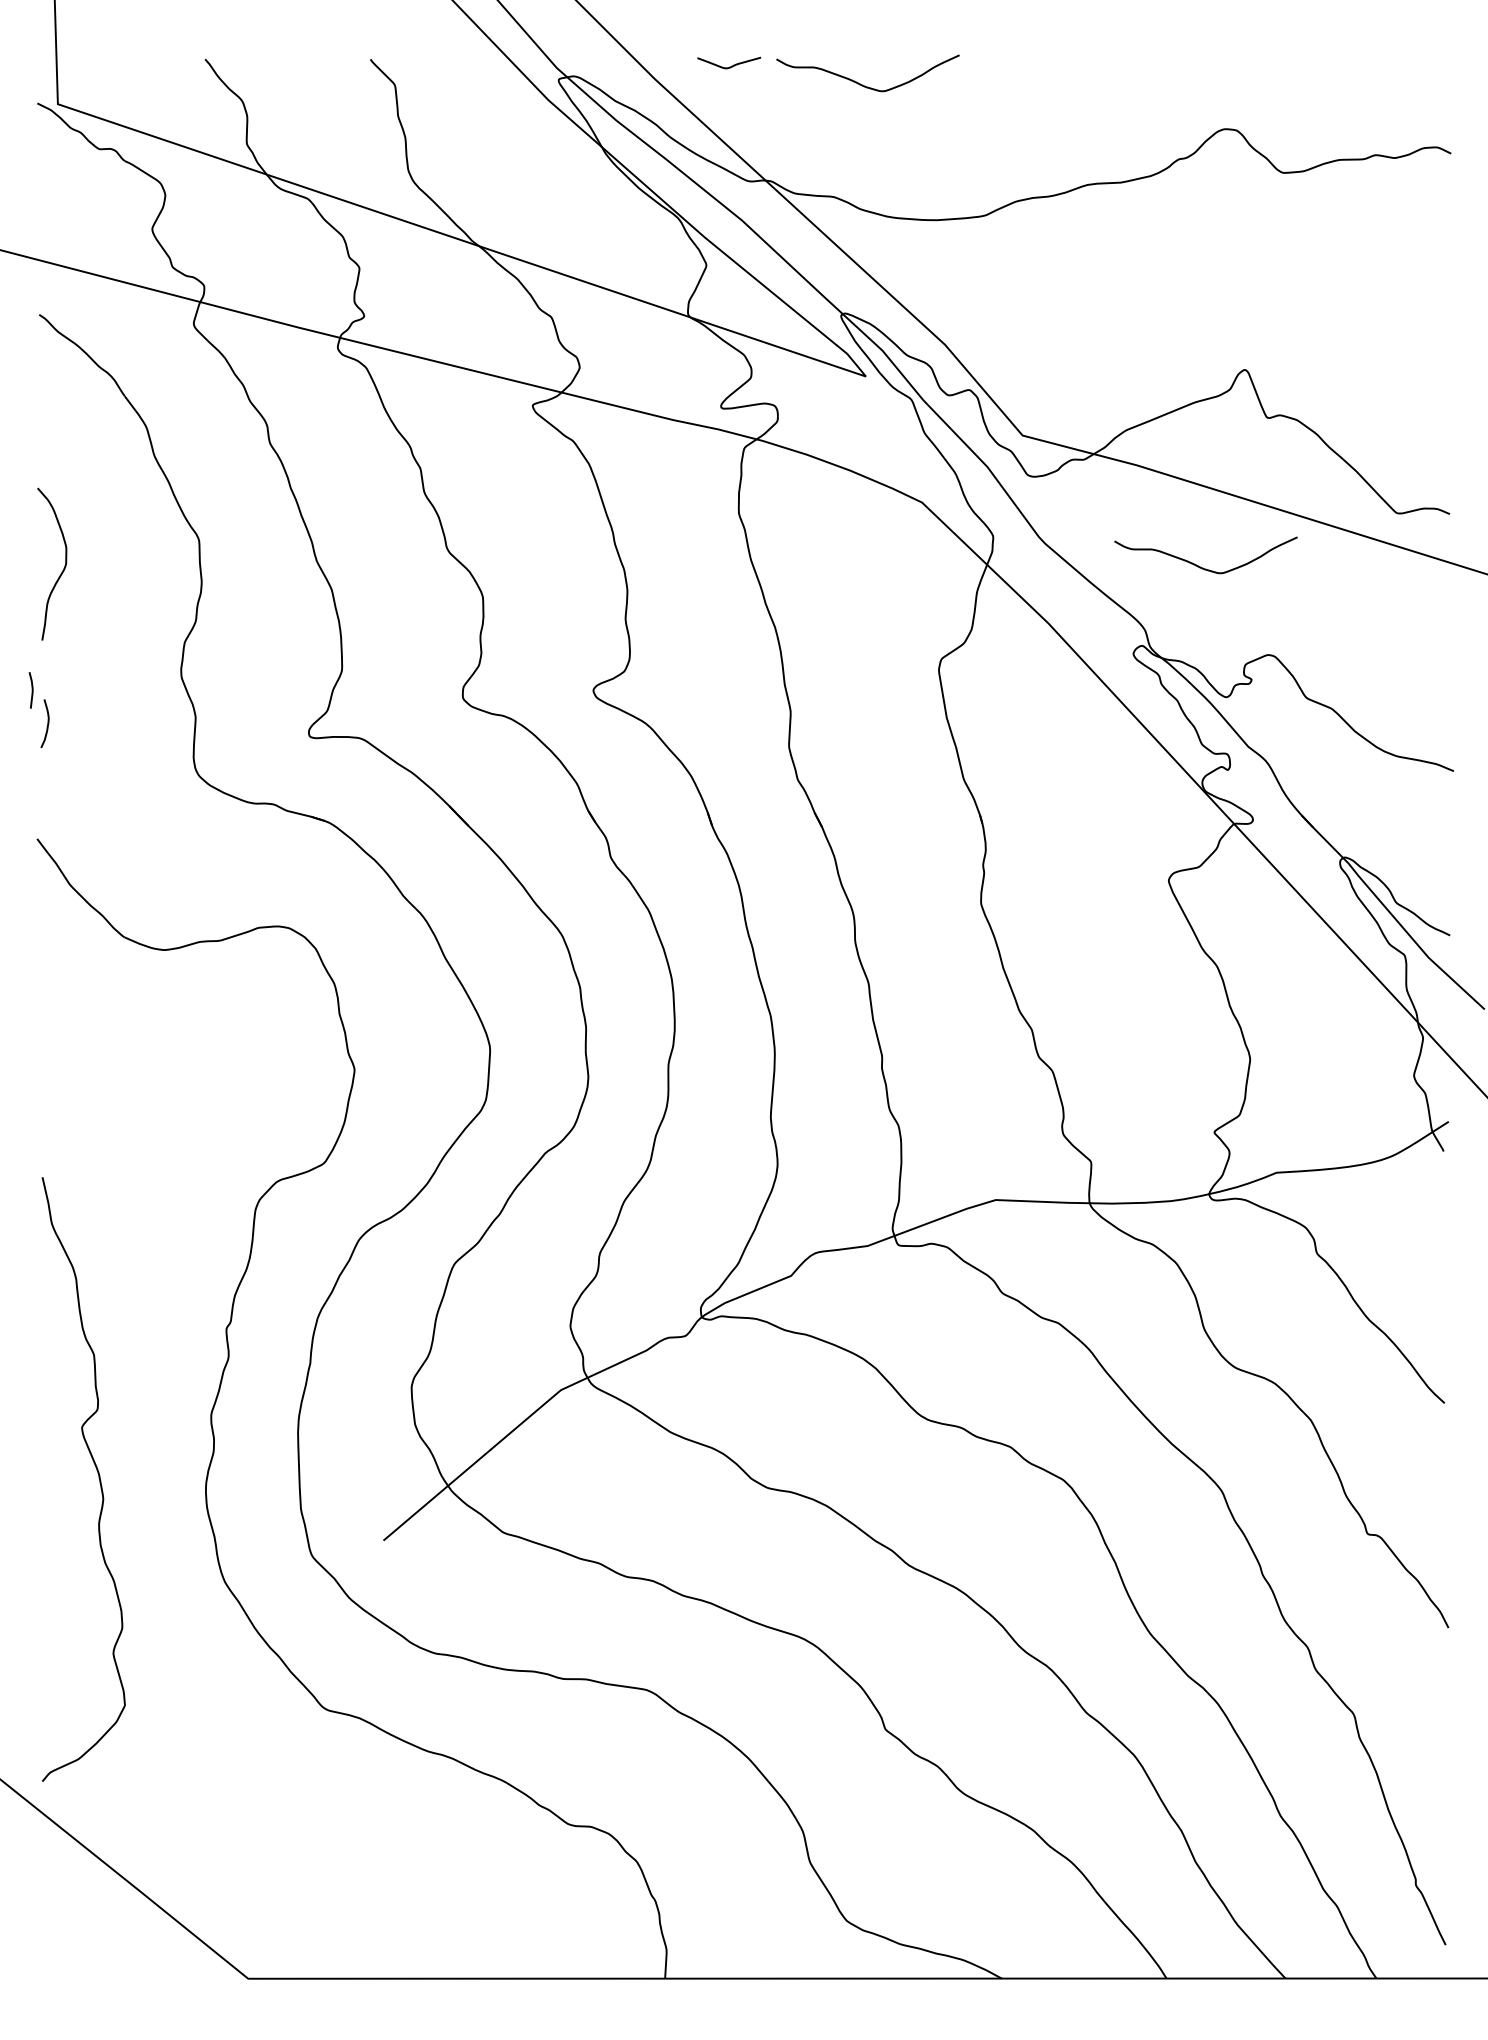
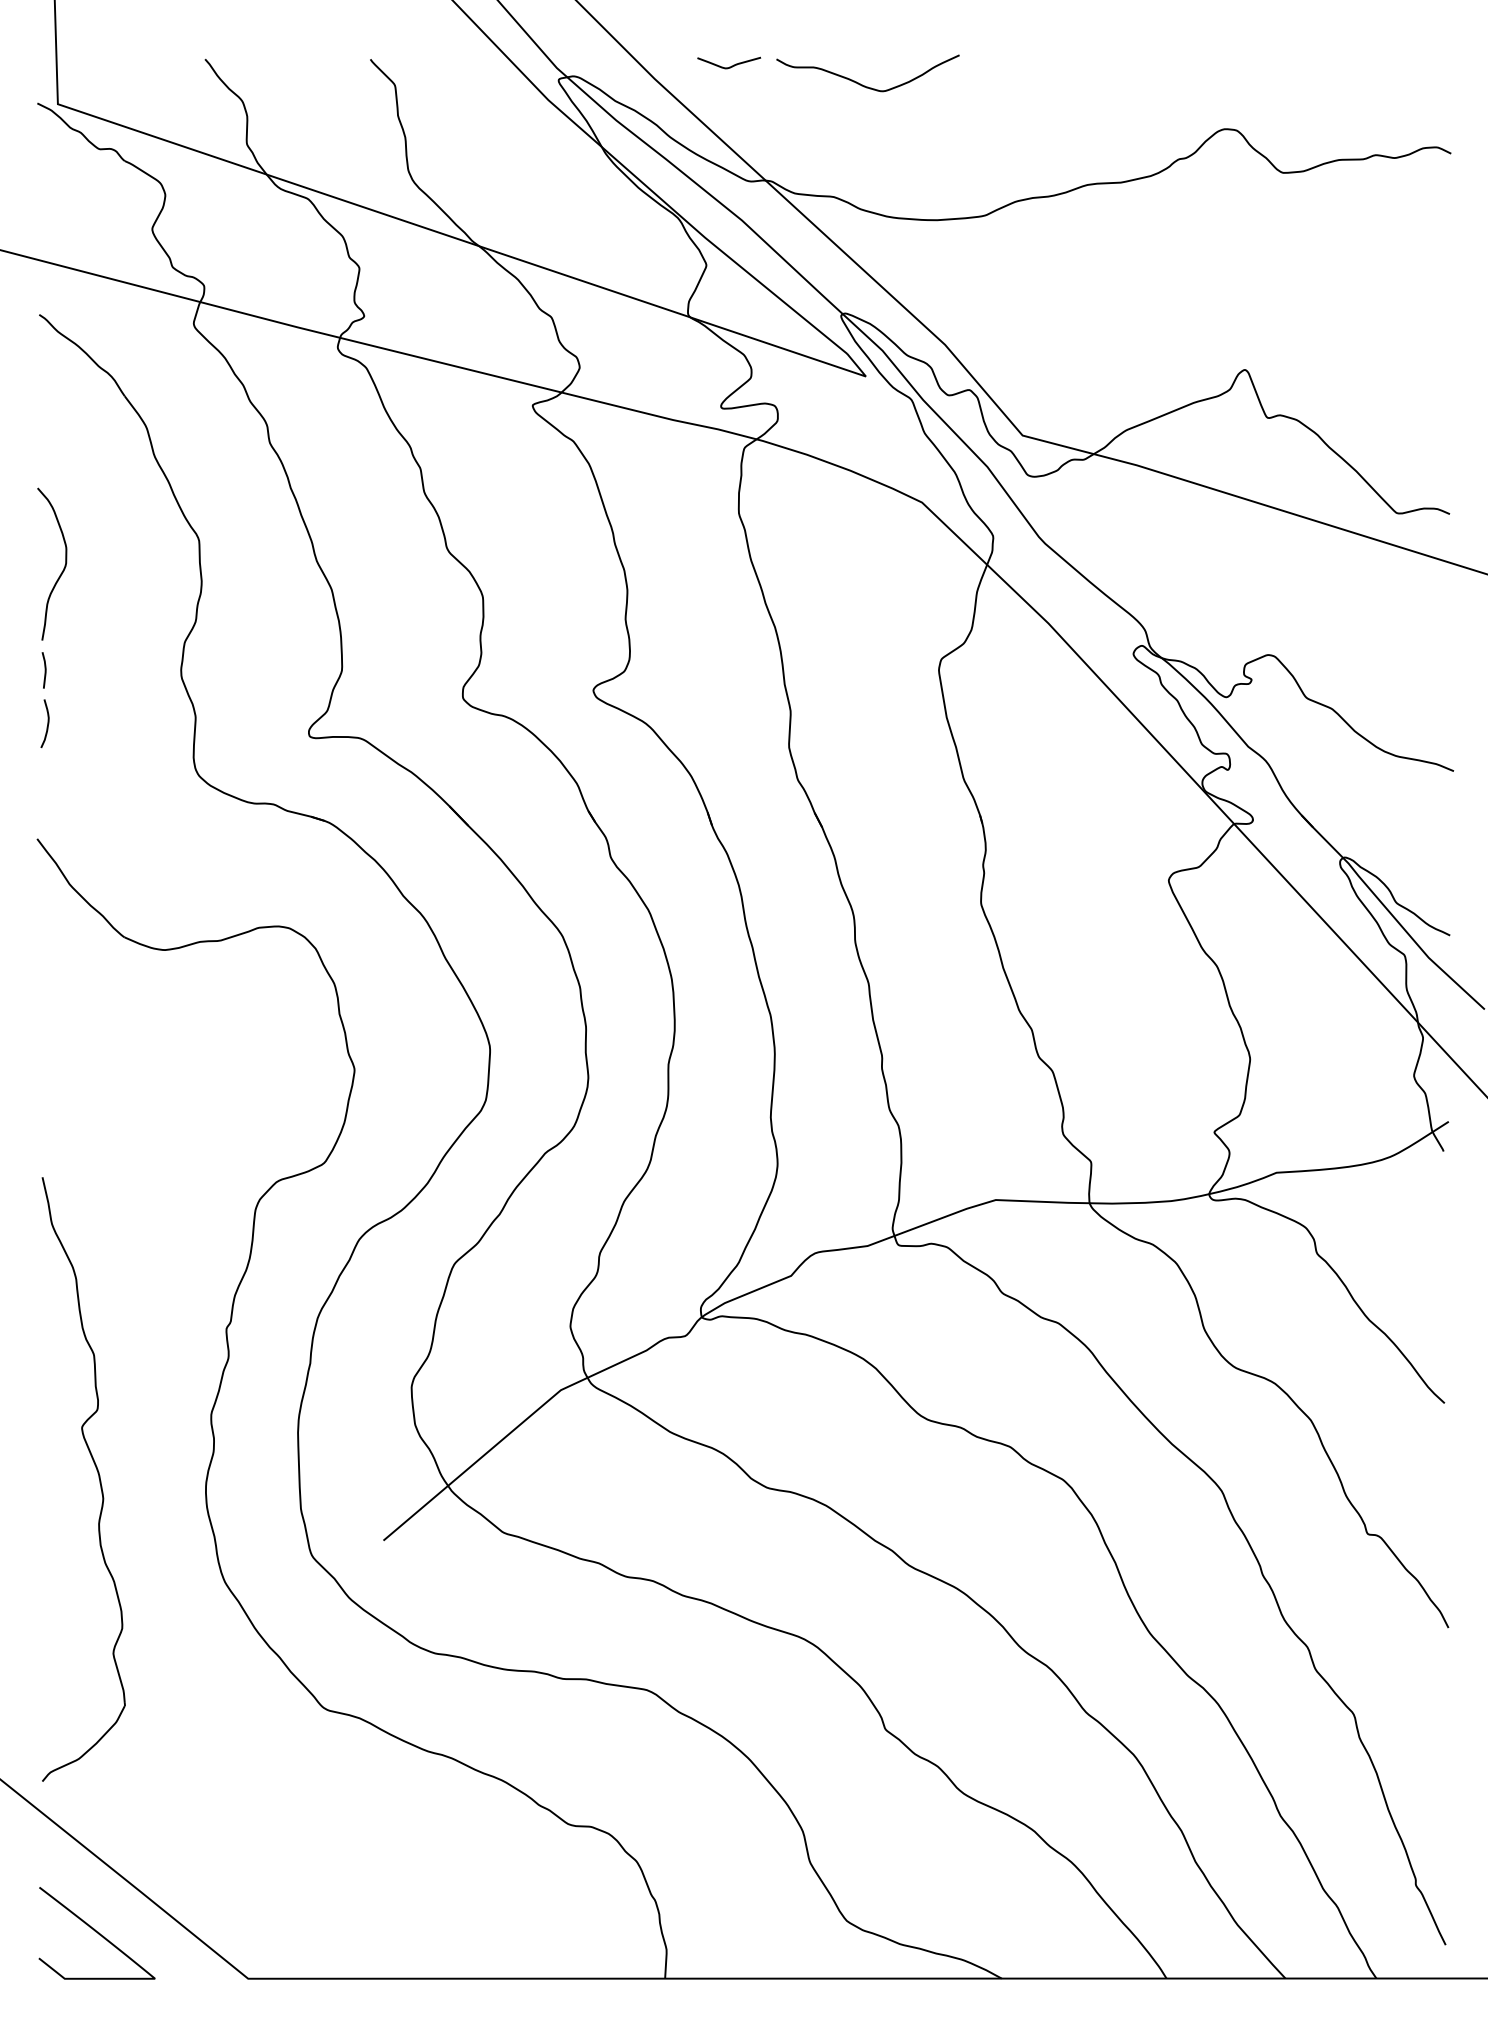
curve at (1200, 566): present -> none
line at (31, 690) position: (31, 690) -> (44, 670)
curve at (96, 1932): none -> present
